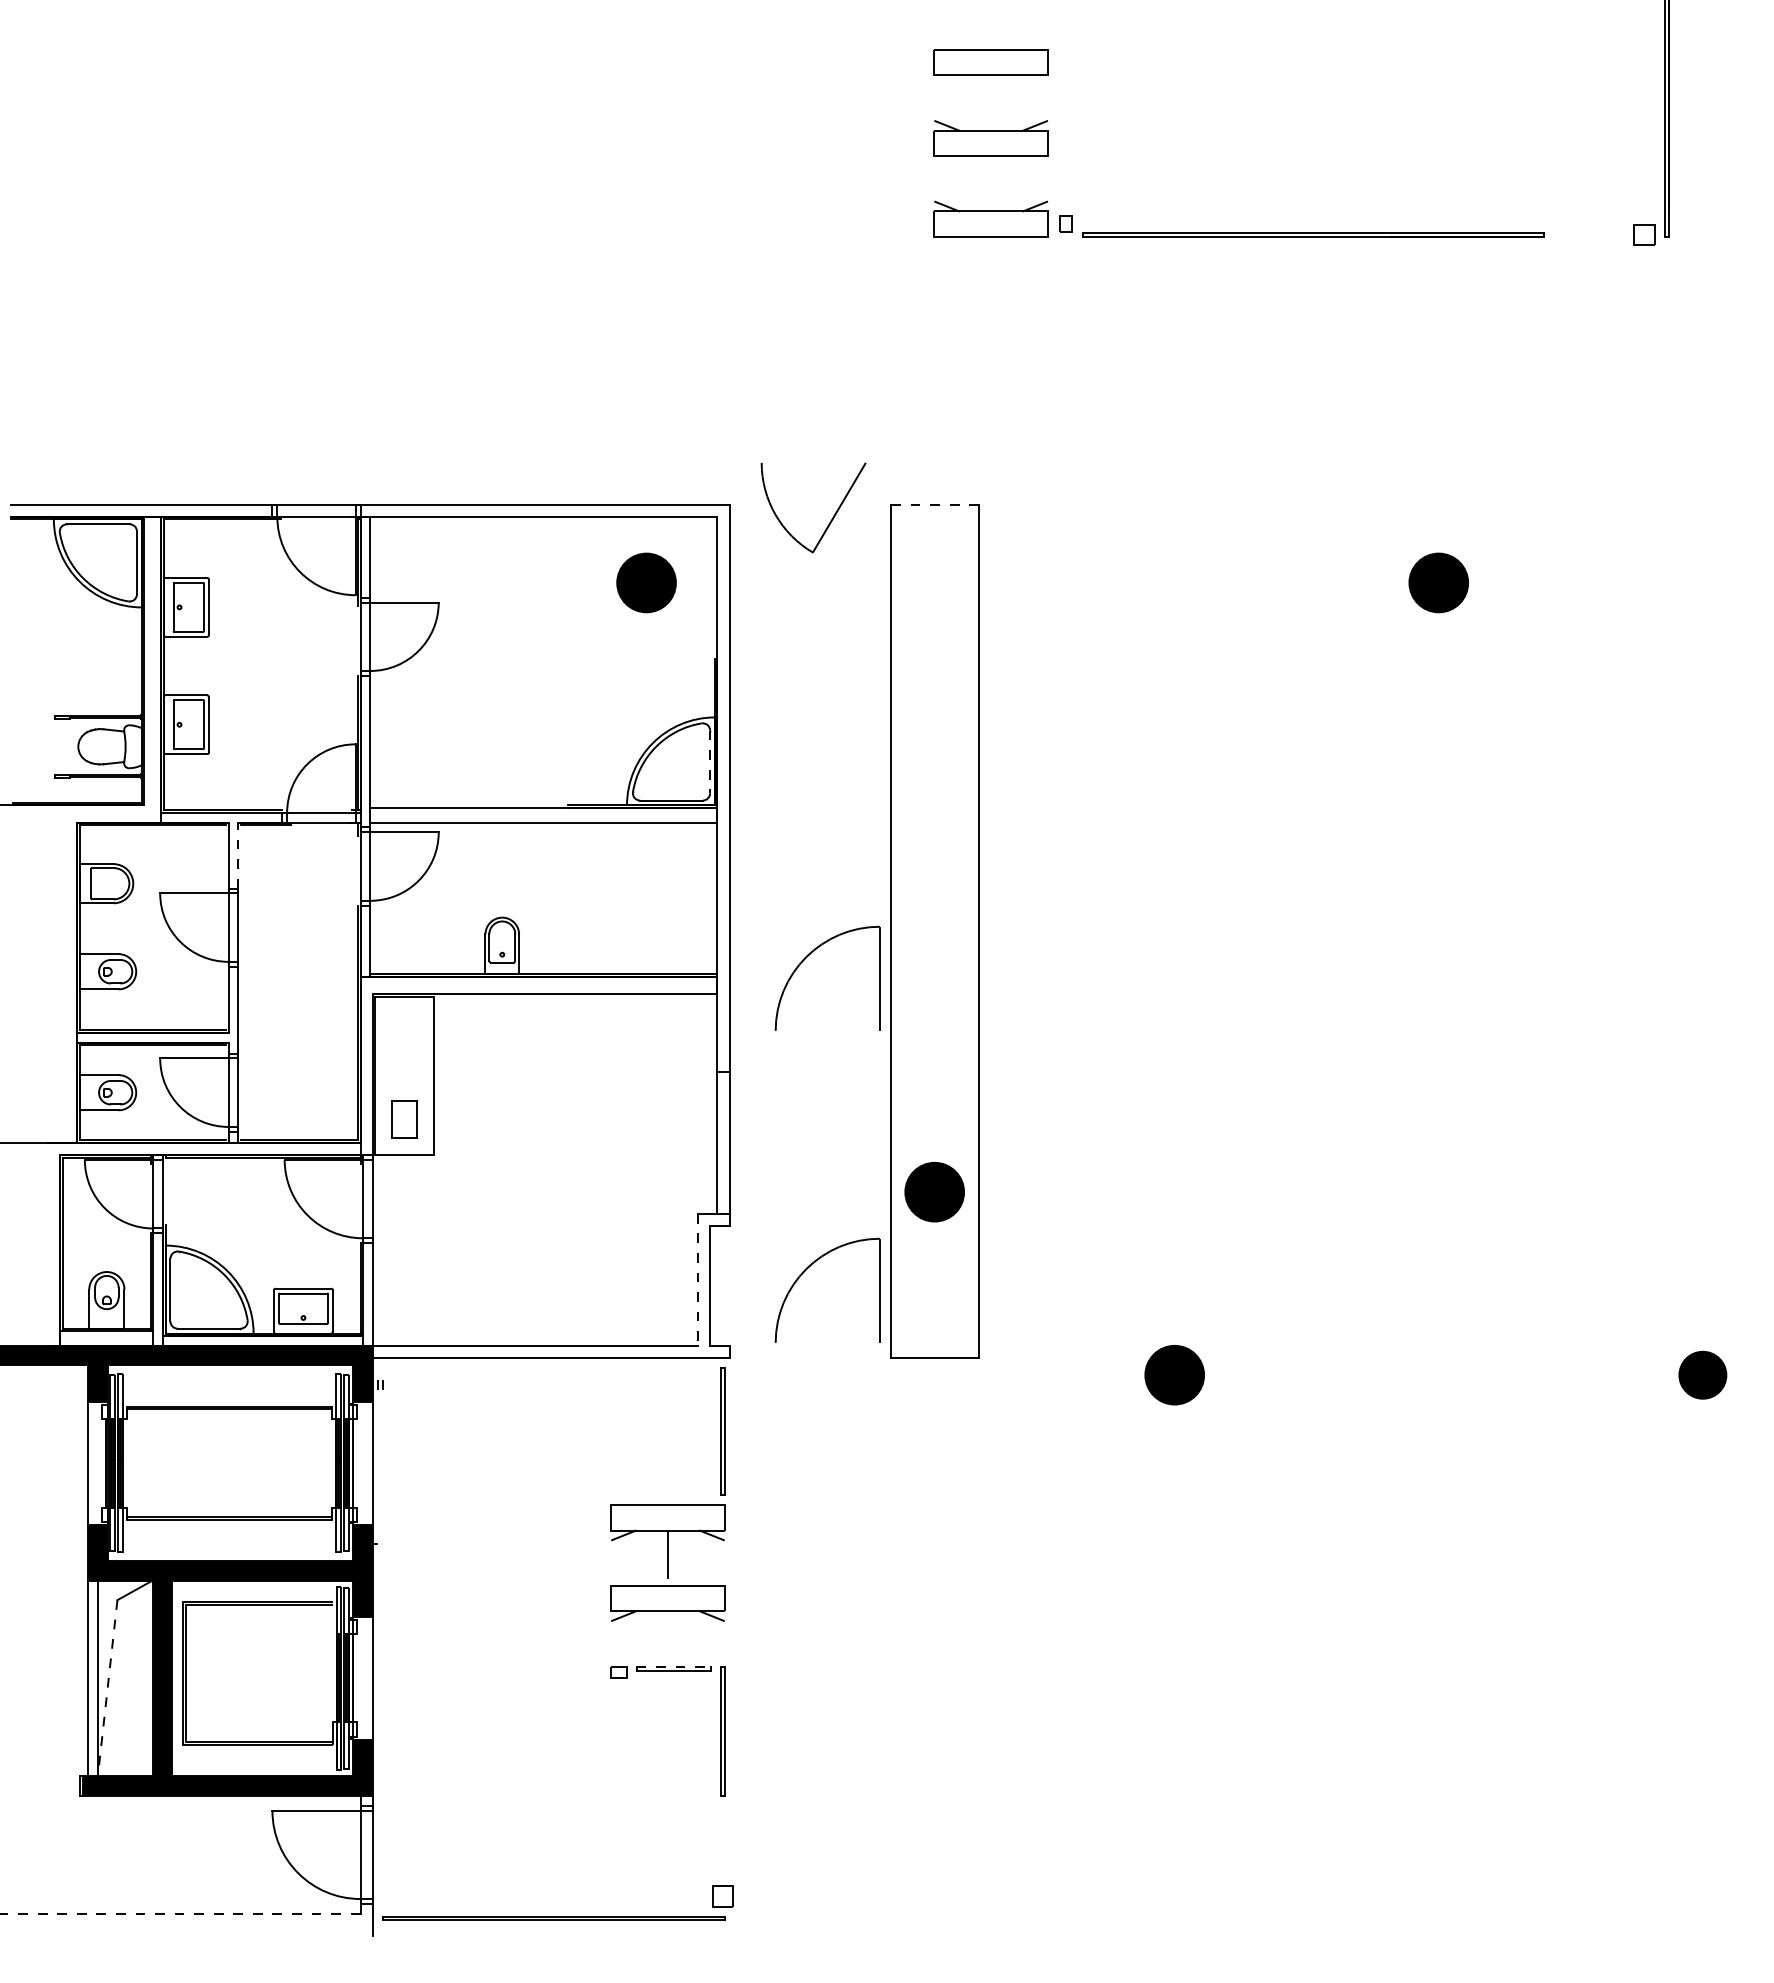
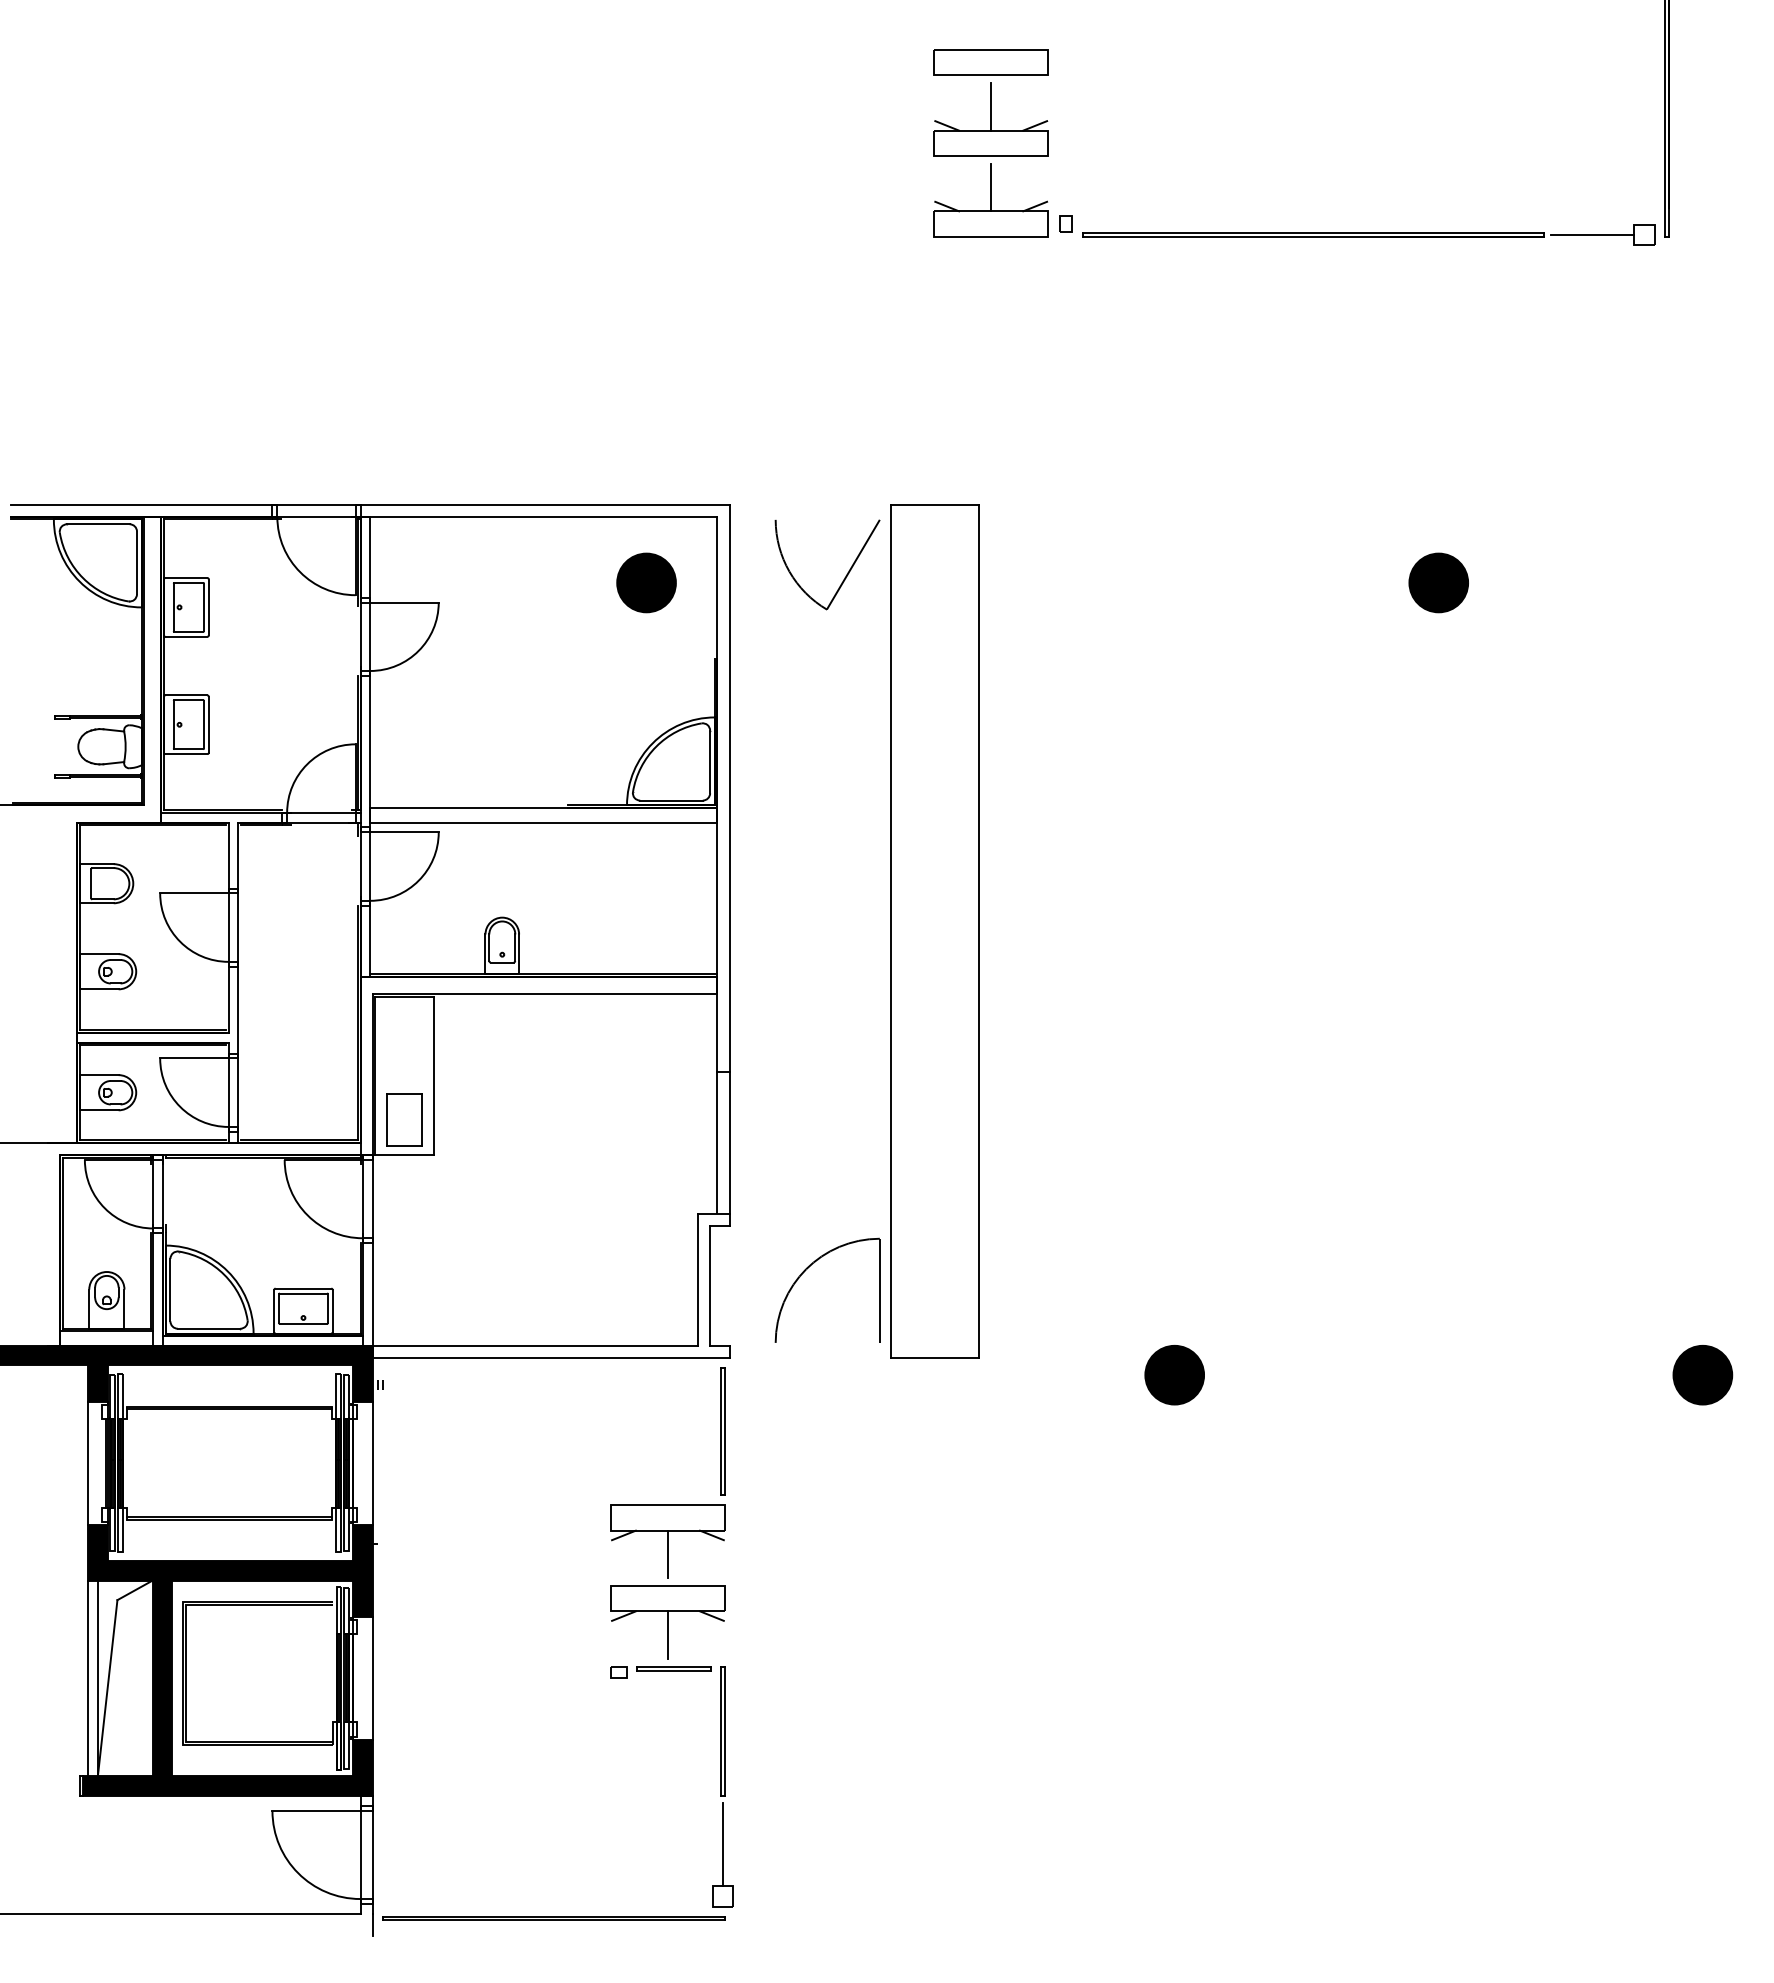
line at (991, 106): none -> present
line at (991, 187): none -> present
line at (1592, 234): none -> present
line at (935, 504): dashed -> solid
part at (831, 518) position: (831, 518) -> (845, 575)
line at (710, 762): dashed -> solid
line at (238, 855): dashed -> solid
part at (807, 957): present -> none
part at (404, 1119) size: 27x39 px -> 37x54 px
part at (934, 1192): present -> none
line at (697, 1279): dashed -> solid
part at (1702, 1374) size: 50x50 px -> 62x61 px
line at (667, 1634): none -> present
line at (674, 1666): dashed -> solid
line at (107, 1688): dashed -> solid
line at (722, 1844): none -> present
line at (180, 1914): dashed -> solid
